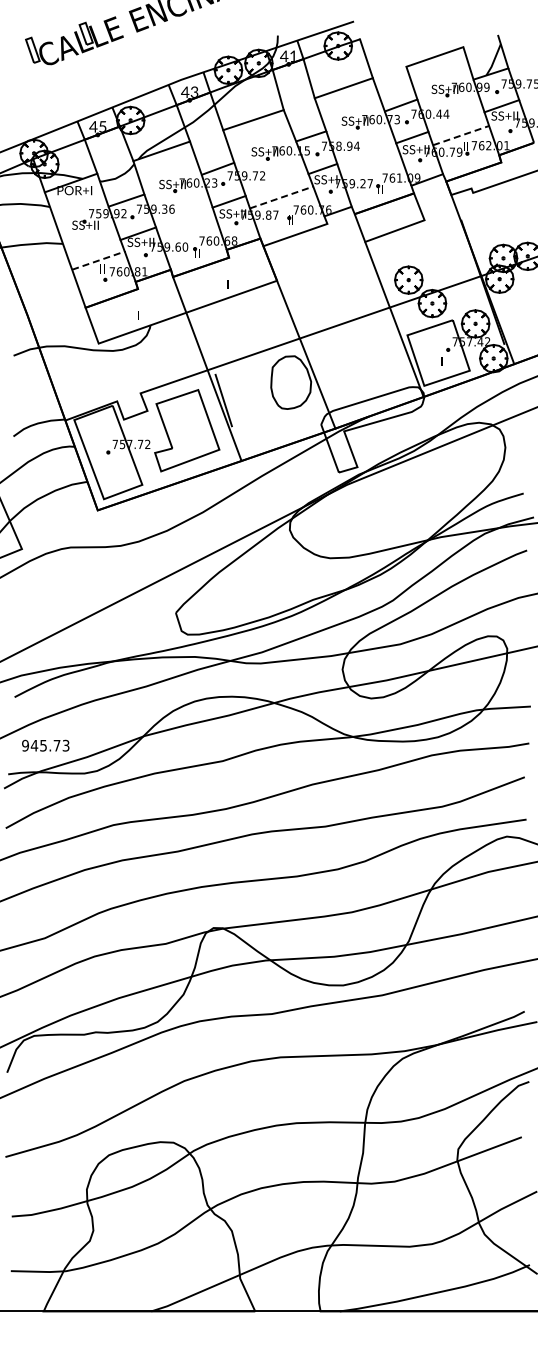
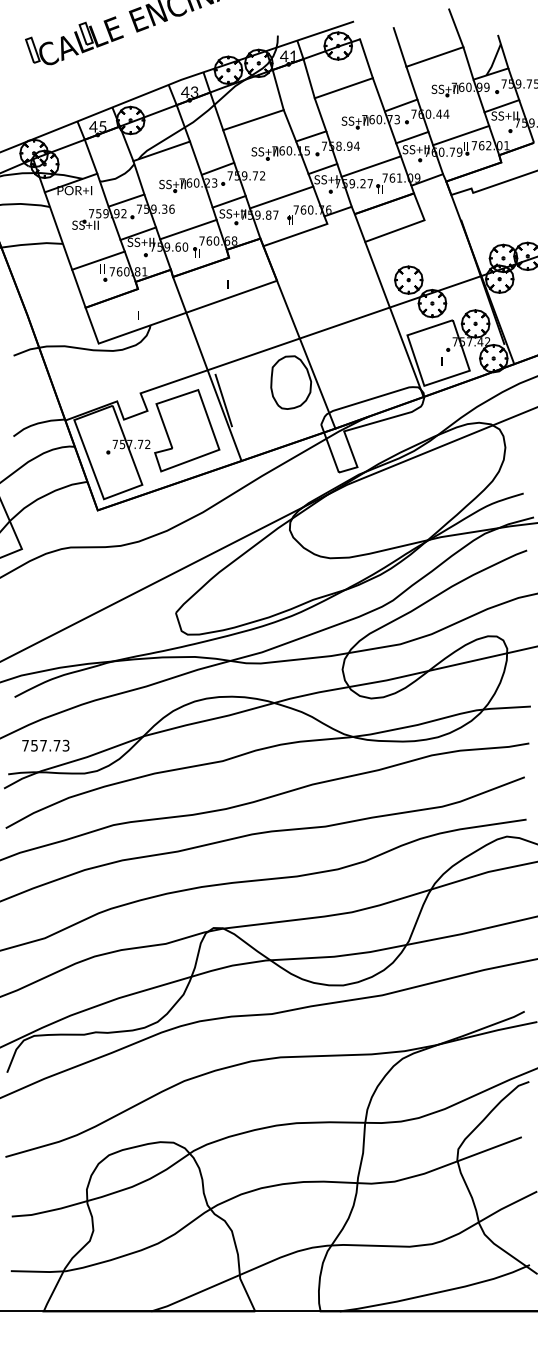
line at (456, 28): none -> present
line at (399, 47): none -> present
line at (461, 135): dashed -> solid
line at (370, 166): none -> present
line at (282, 197): dashed -> solid
line at (188, 229): none -> present
line at (98, 260): dashed -> solid
text at (34, 745): 945.73 -> 757.73
